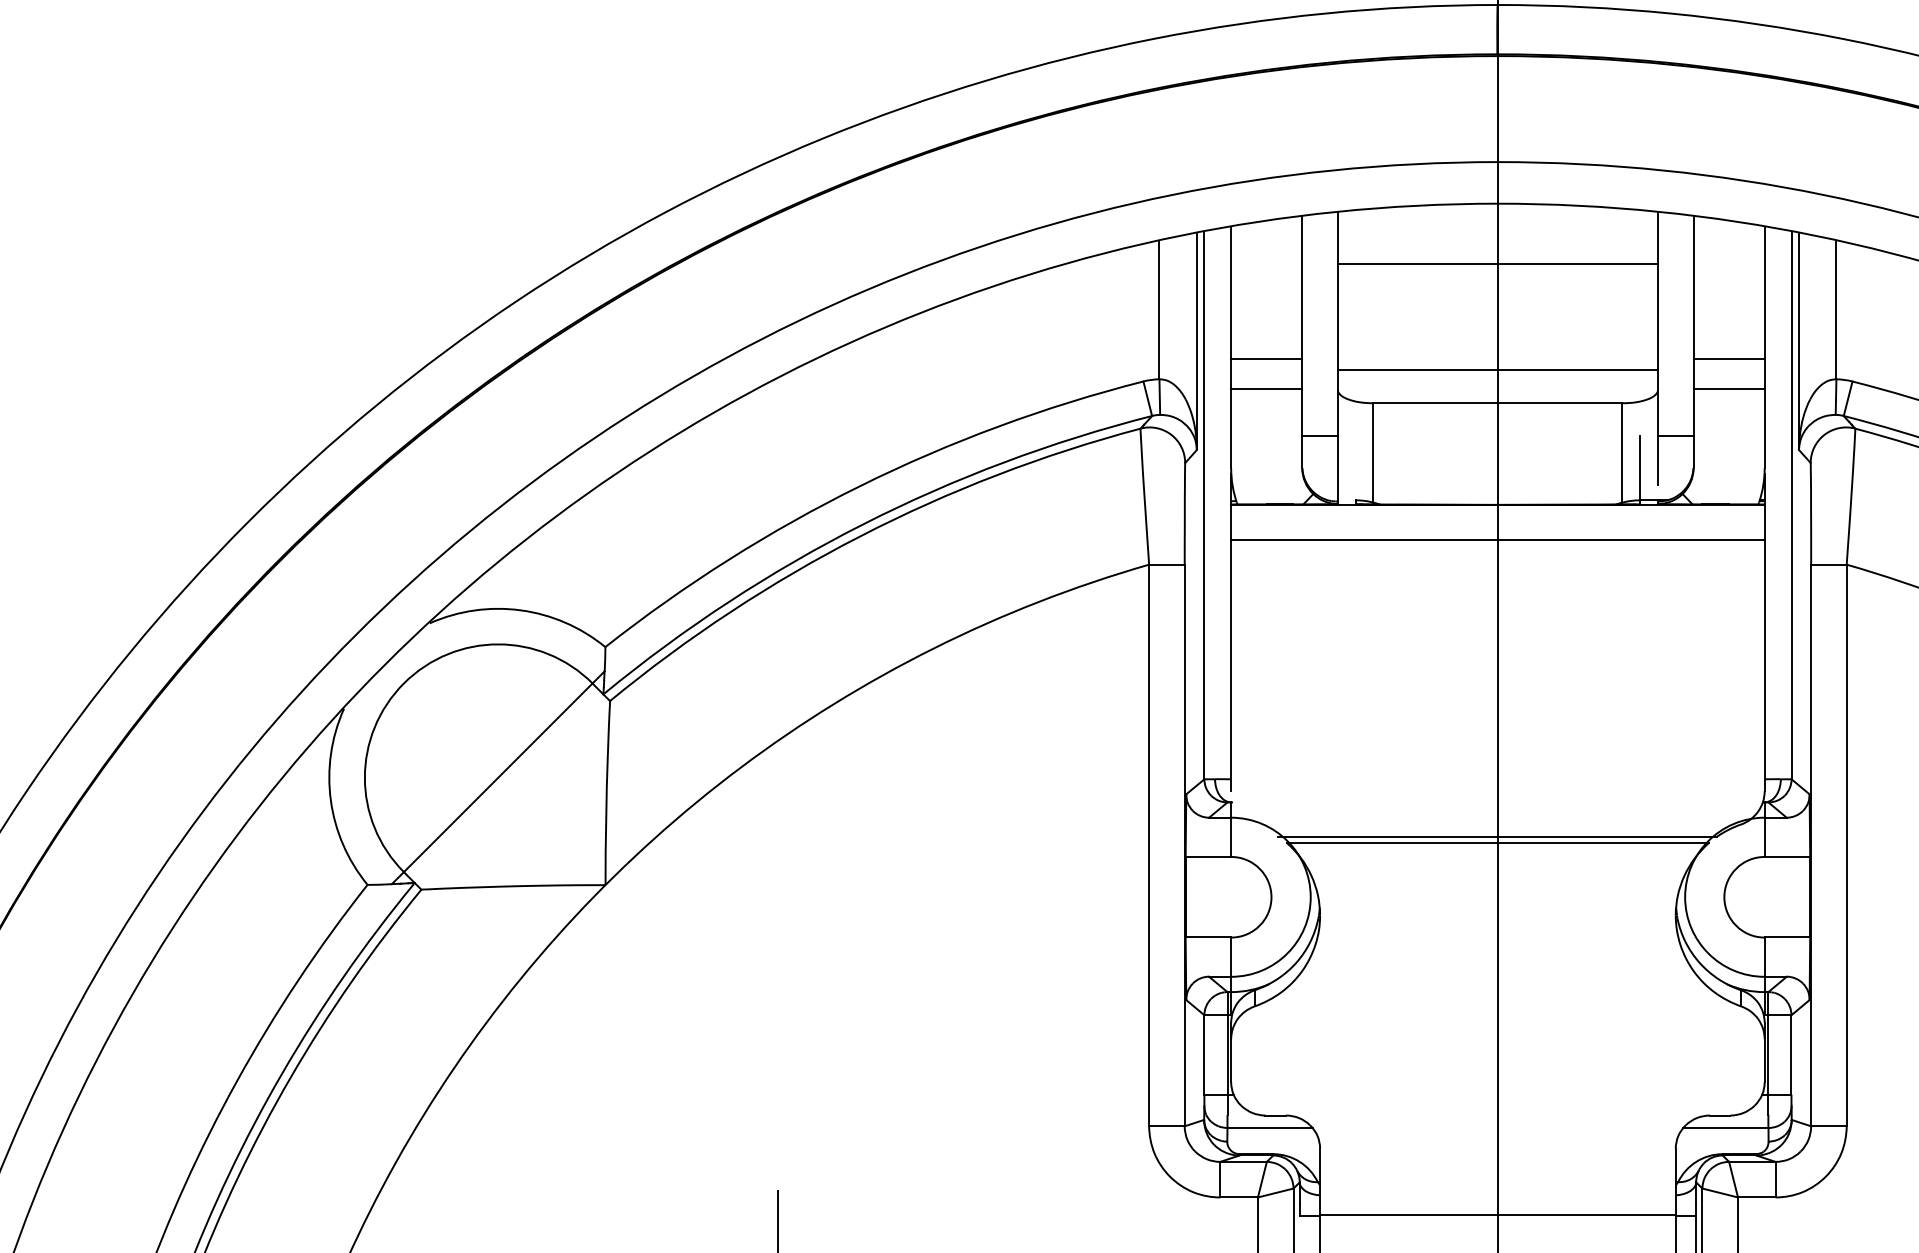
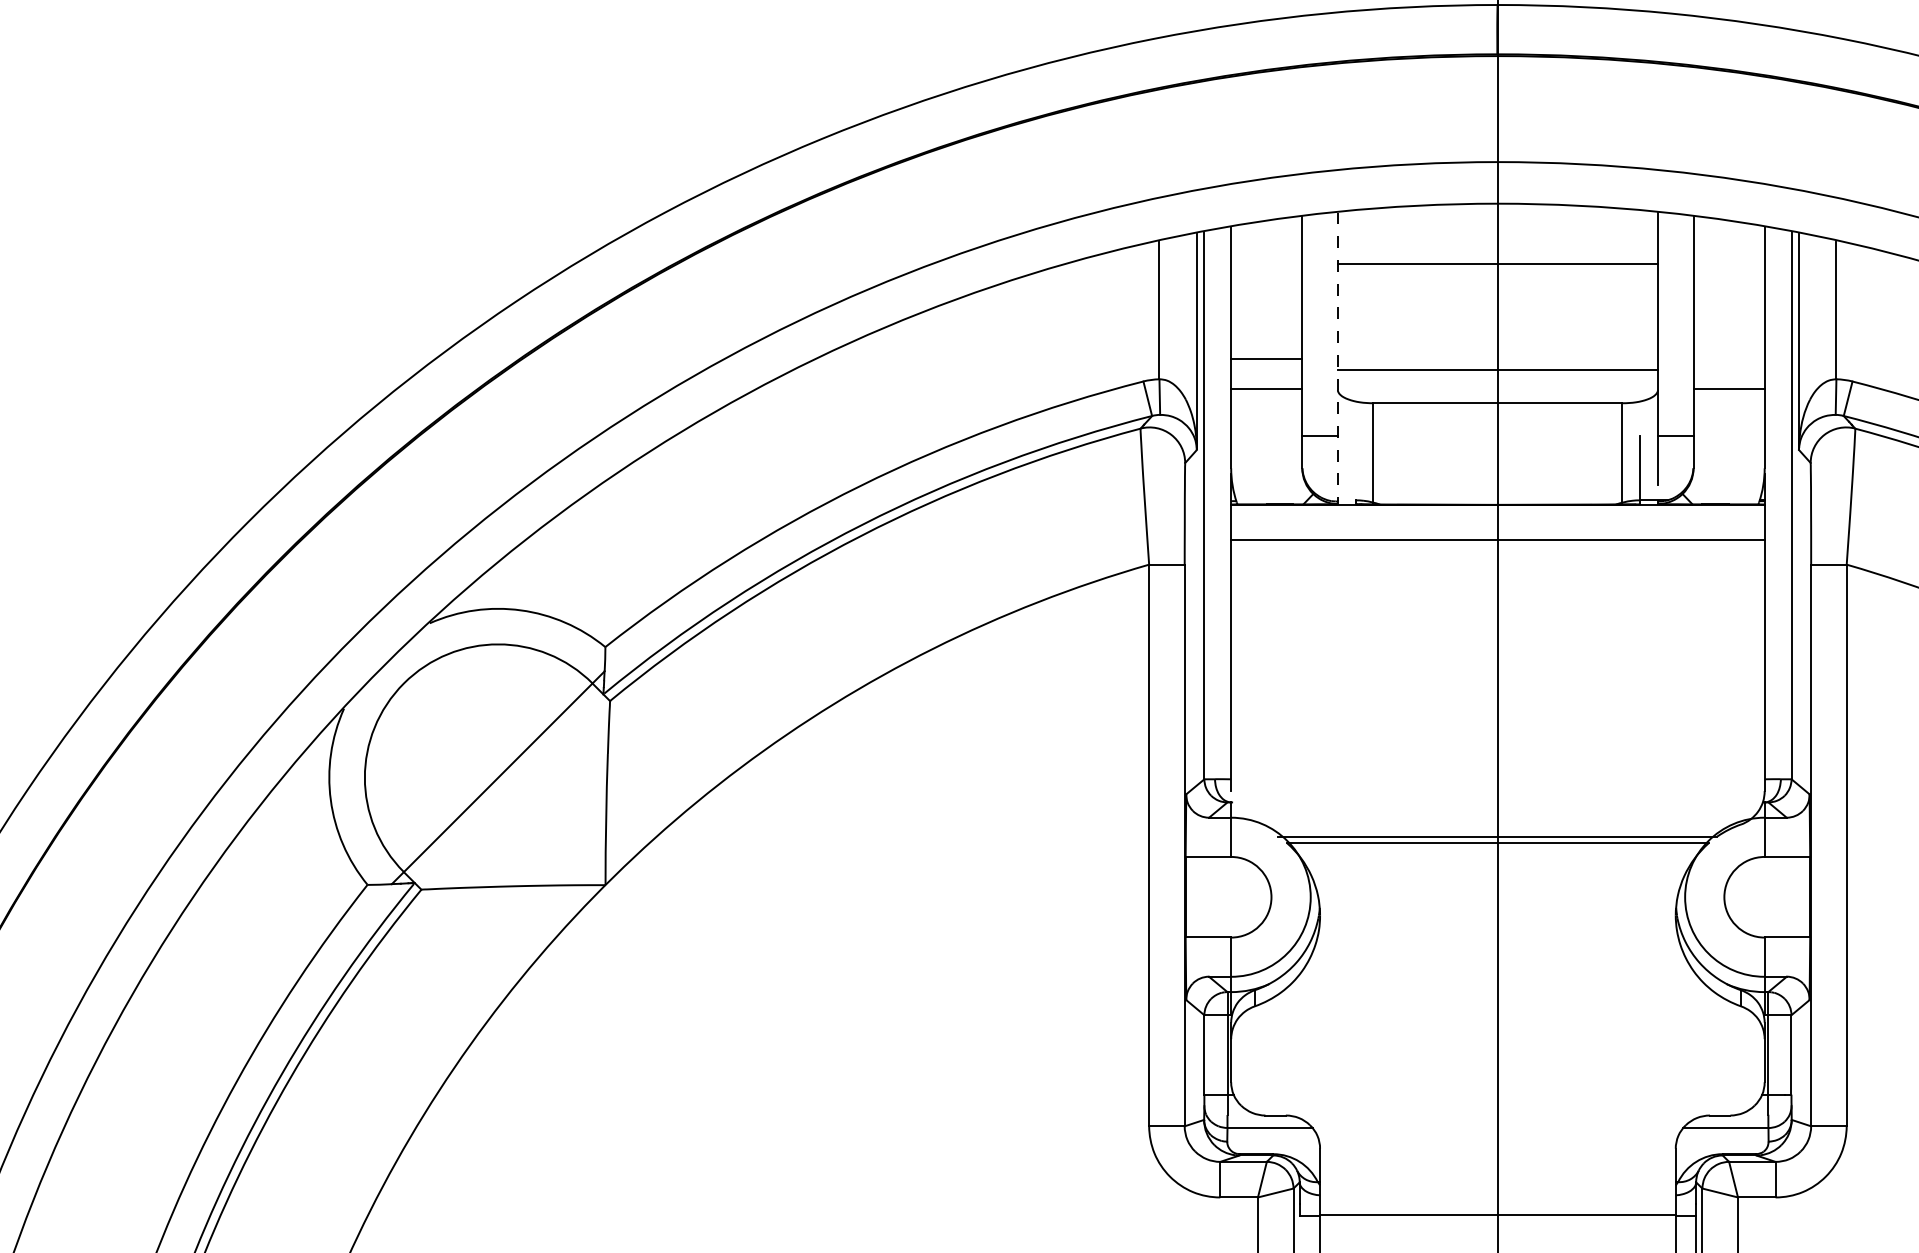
line at (1337, 357): solid -> dashed
line at (1728, 359): present -> none
line at (777, 1219): present -> none
